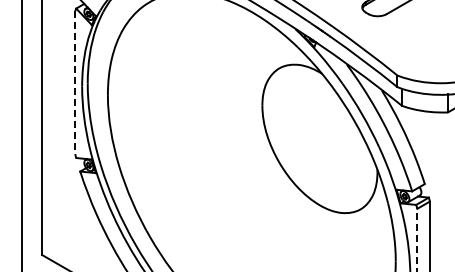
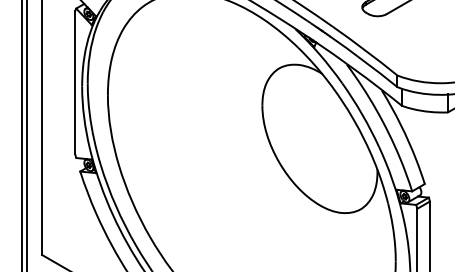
line at (75, 83): dashed -> solid
line at (26, 135): none -> present
line at (417, 239): dashed -> solid
